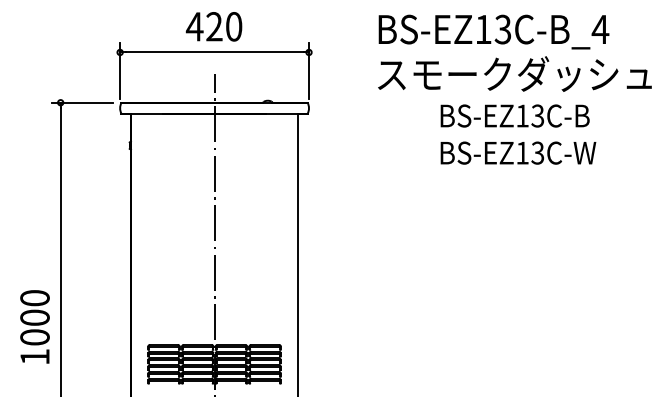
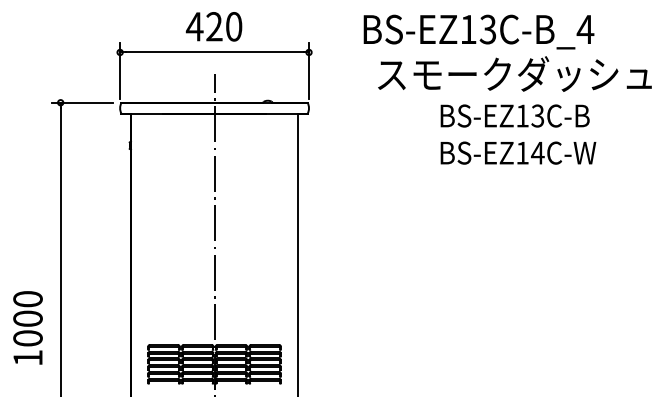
text at (493, 31) position: (493, 31) -> (478, 31)
text at (537, 152): BS-EZ13C-W -> BS-EZ14C-W
text at (34, 326) position: (34, 326) -> (27, 327)
